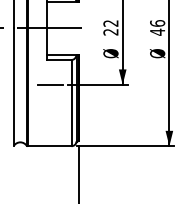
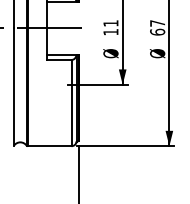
text at (110, 27): 22 -> 11
text at (157, 27): 46 -> 67
line at (50, 84): present -> none
